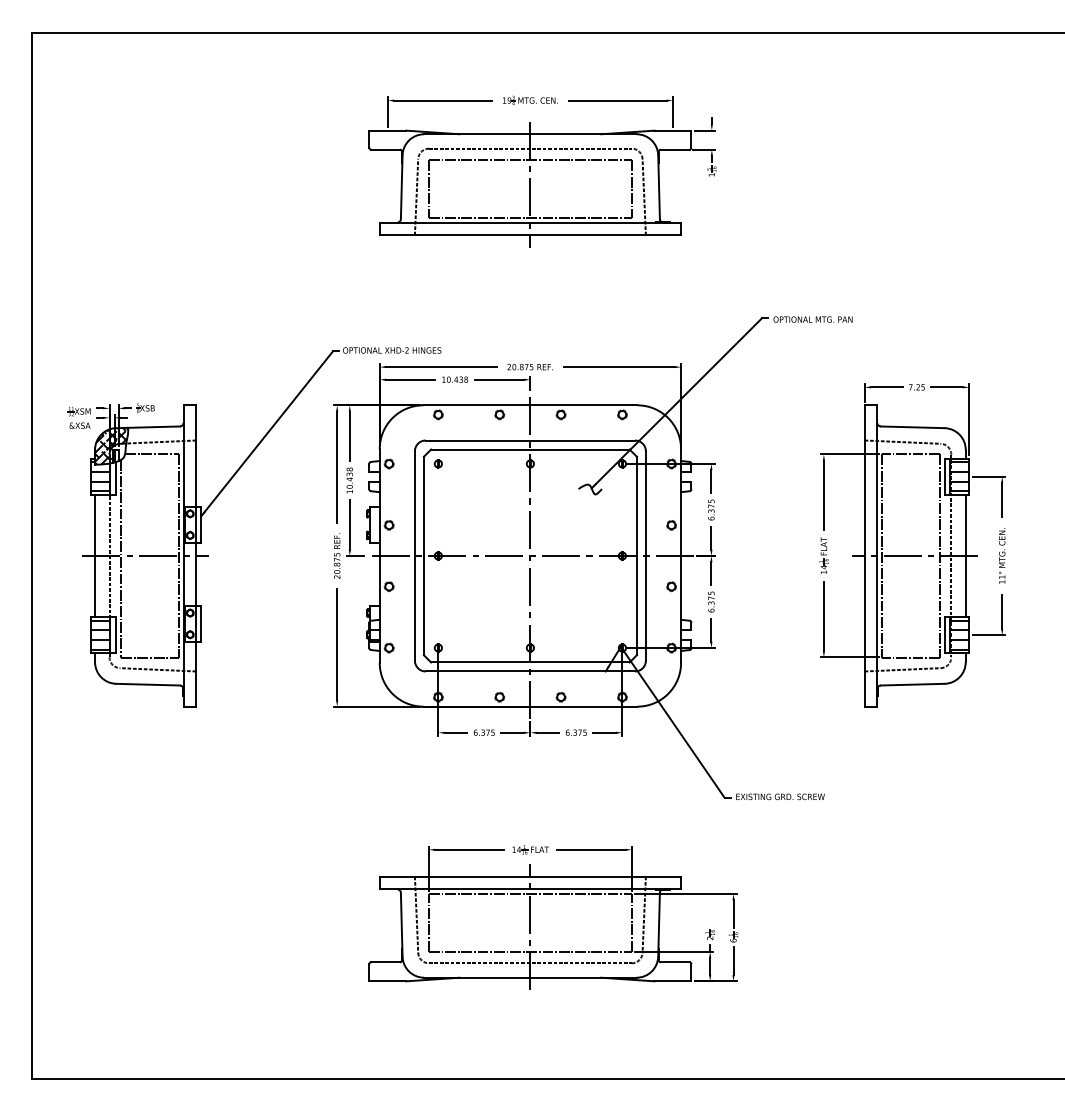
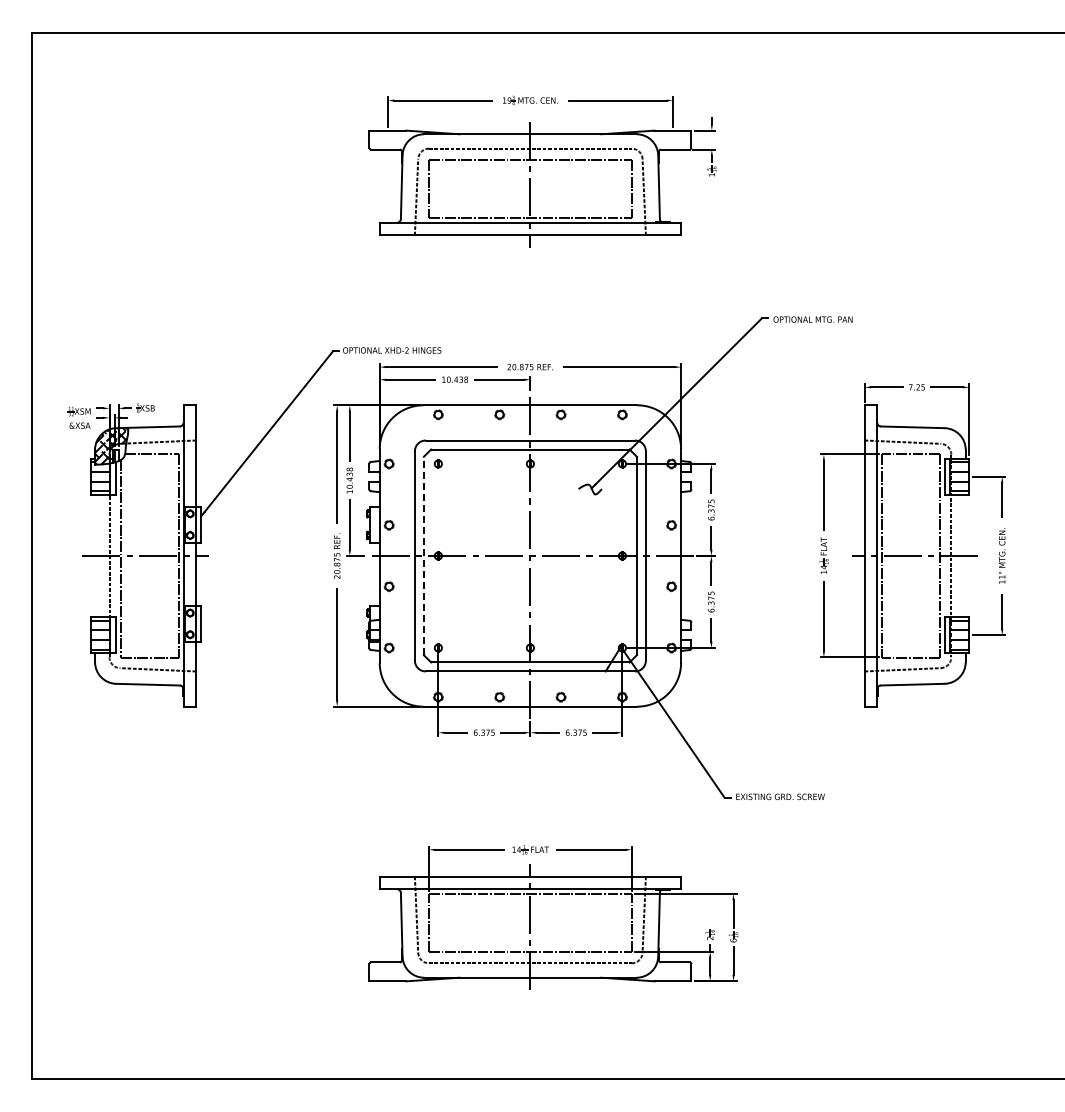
line at (95, 555): present -> none
line at (423, 555): solid -> dashed
line at (965, 555): present -> none
